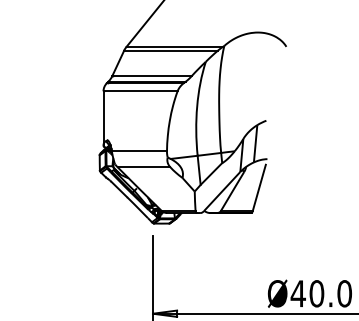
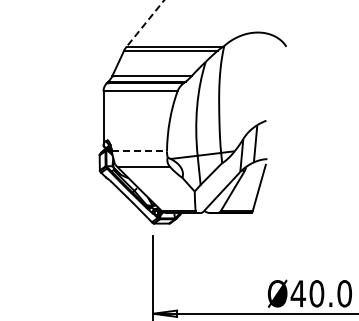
line at (145, 23): solid -> dashed
line at (139, 151): solid -> dashed
